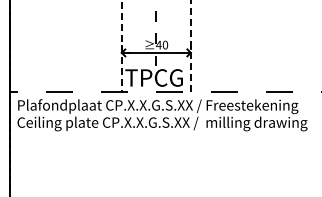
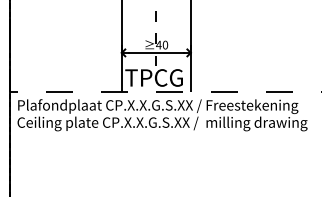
line at (121, 0): dashed -> solid
